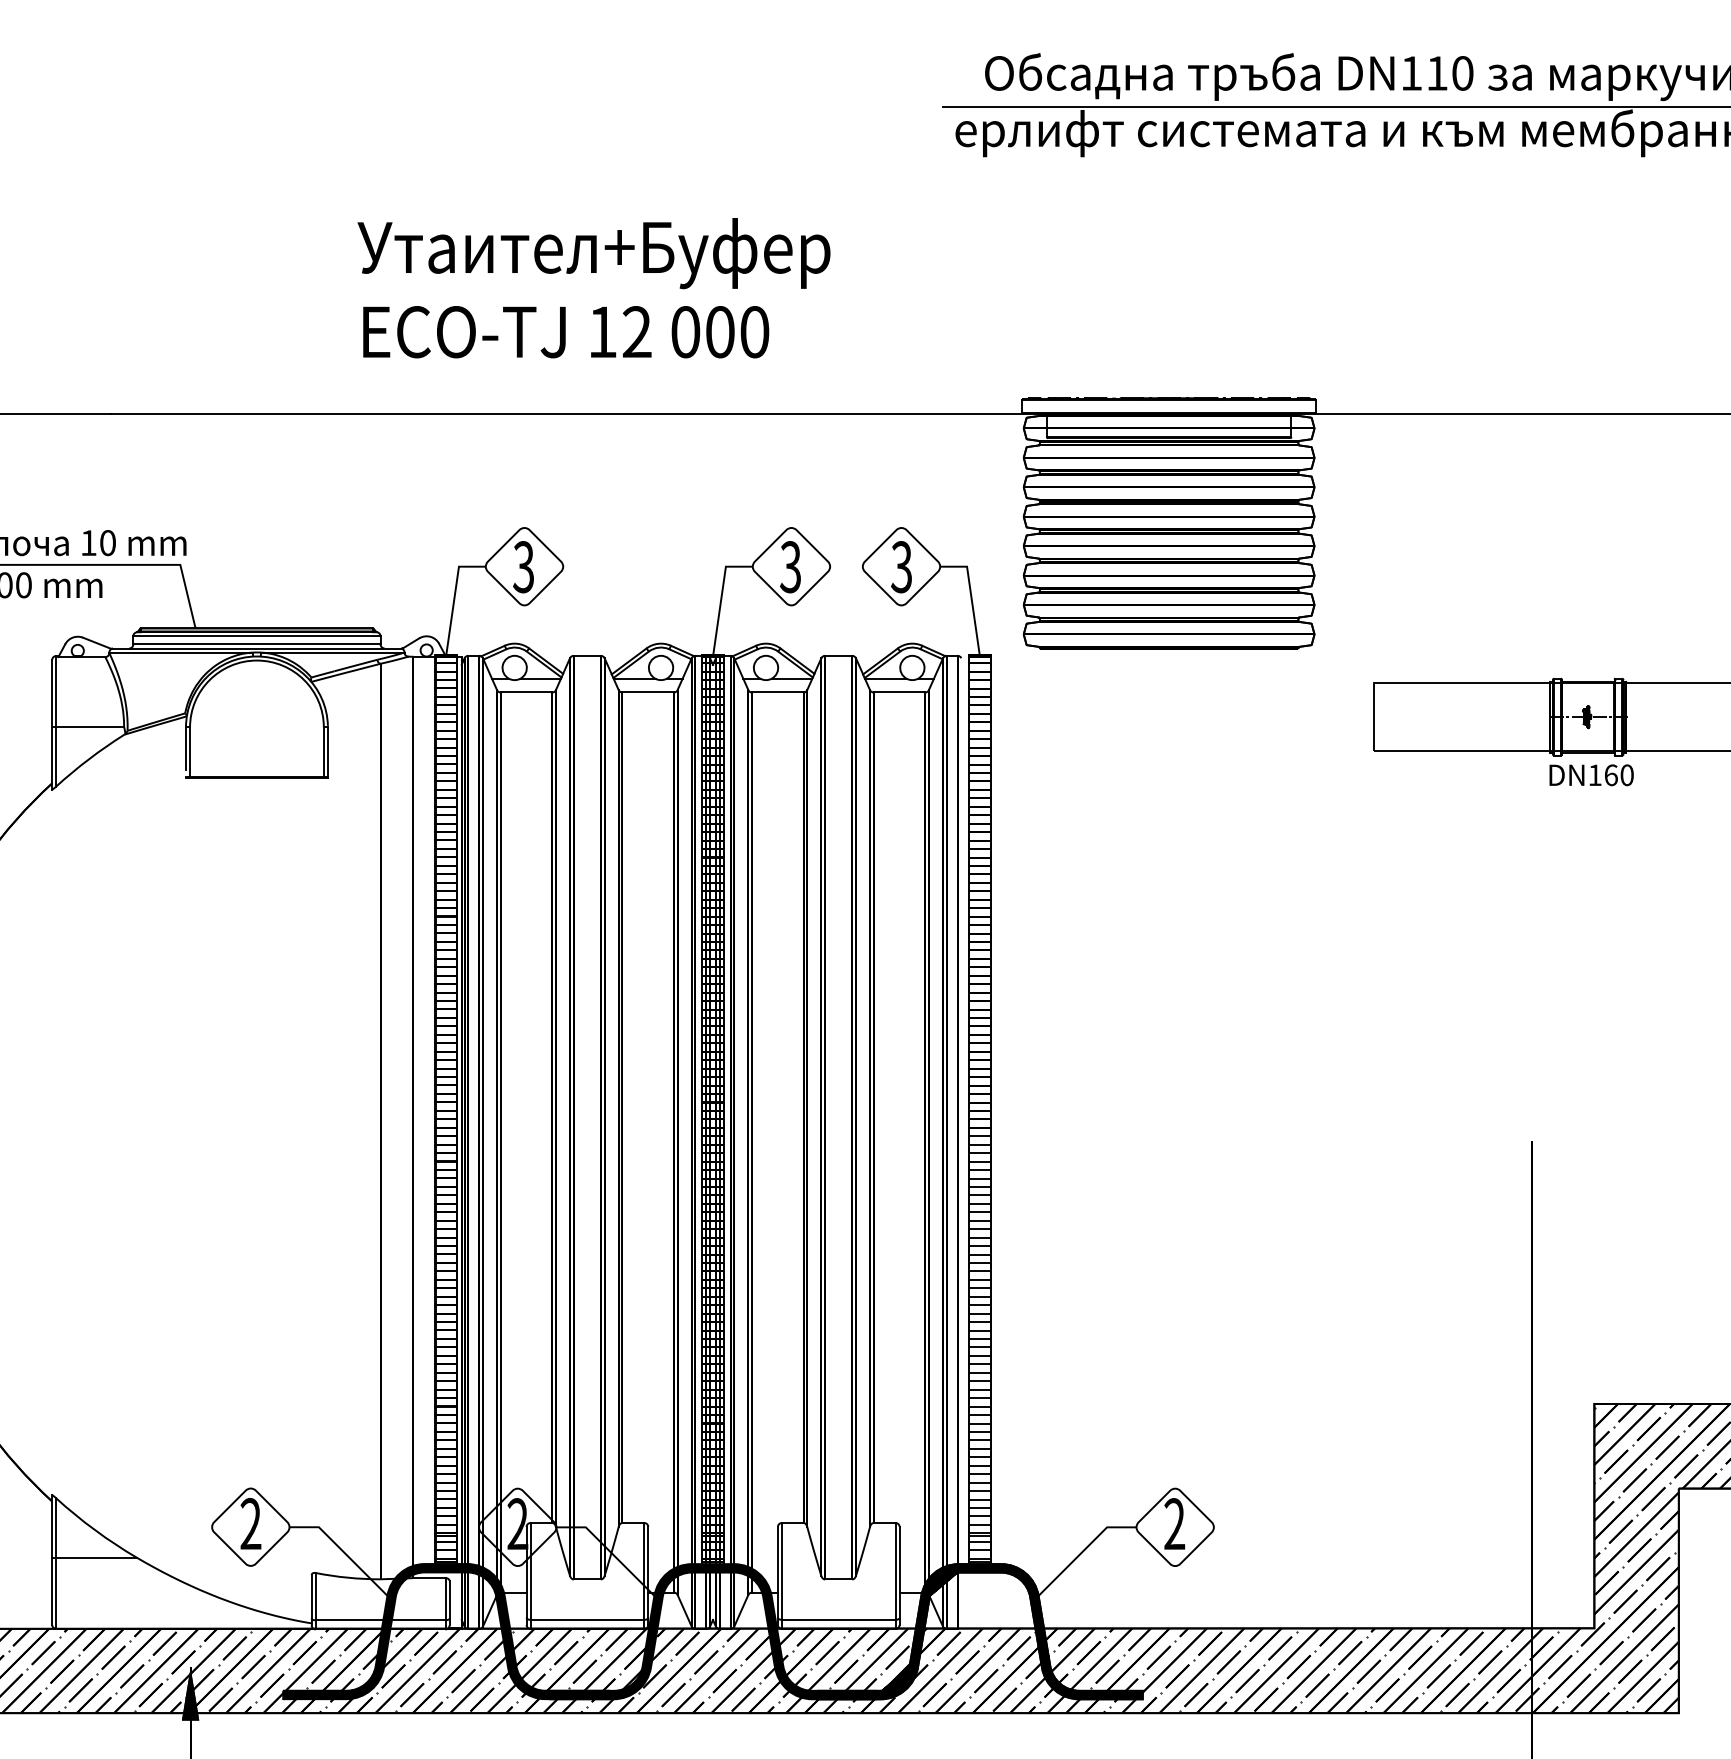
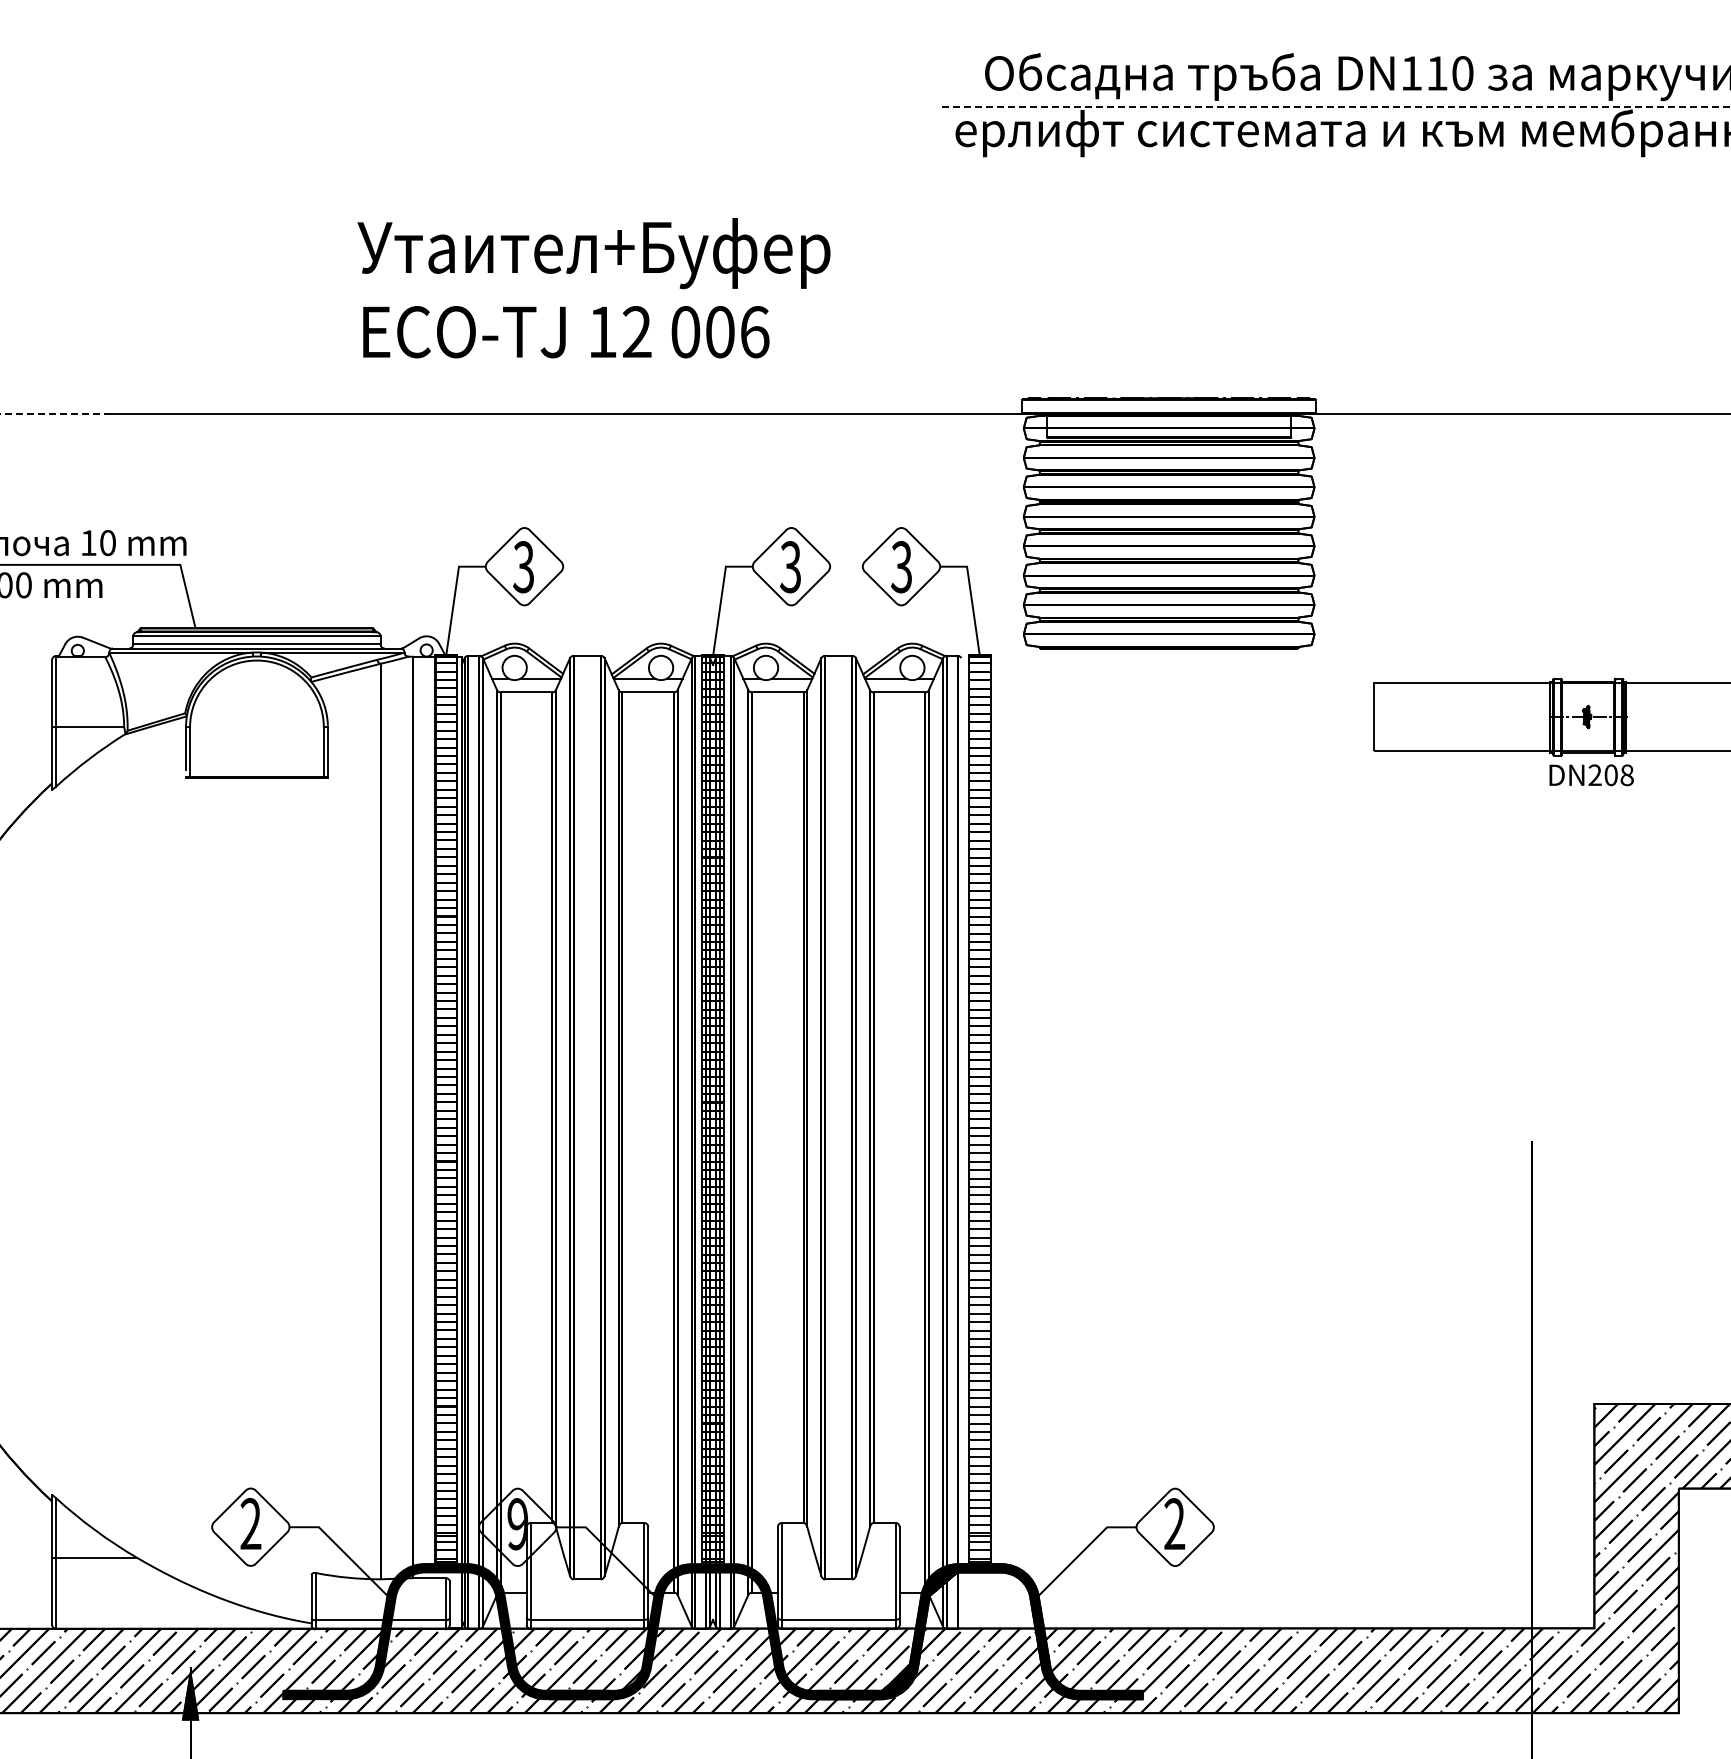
line at (1336, 106): solid -> dashed
text at (754, 332): 000 -> 006
line at (55, 413): solid -> dashed
text at (1610, 774): DN160 -> DN208
text at (517, 1524): 2 -> 9
